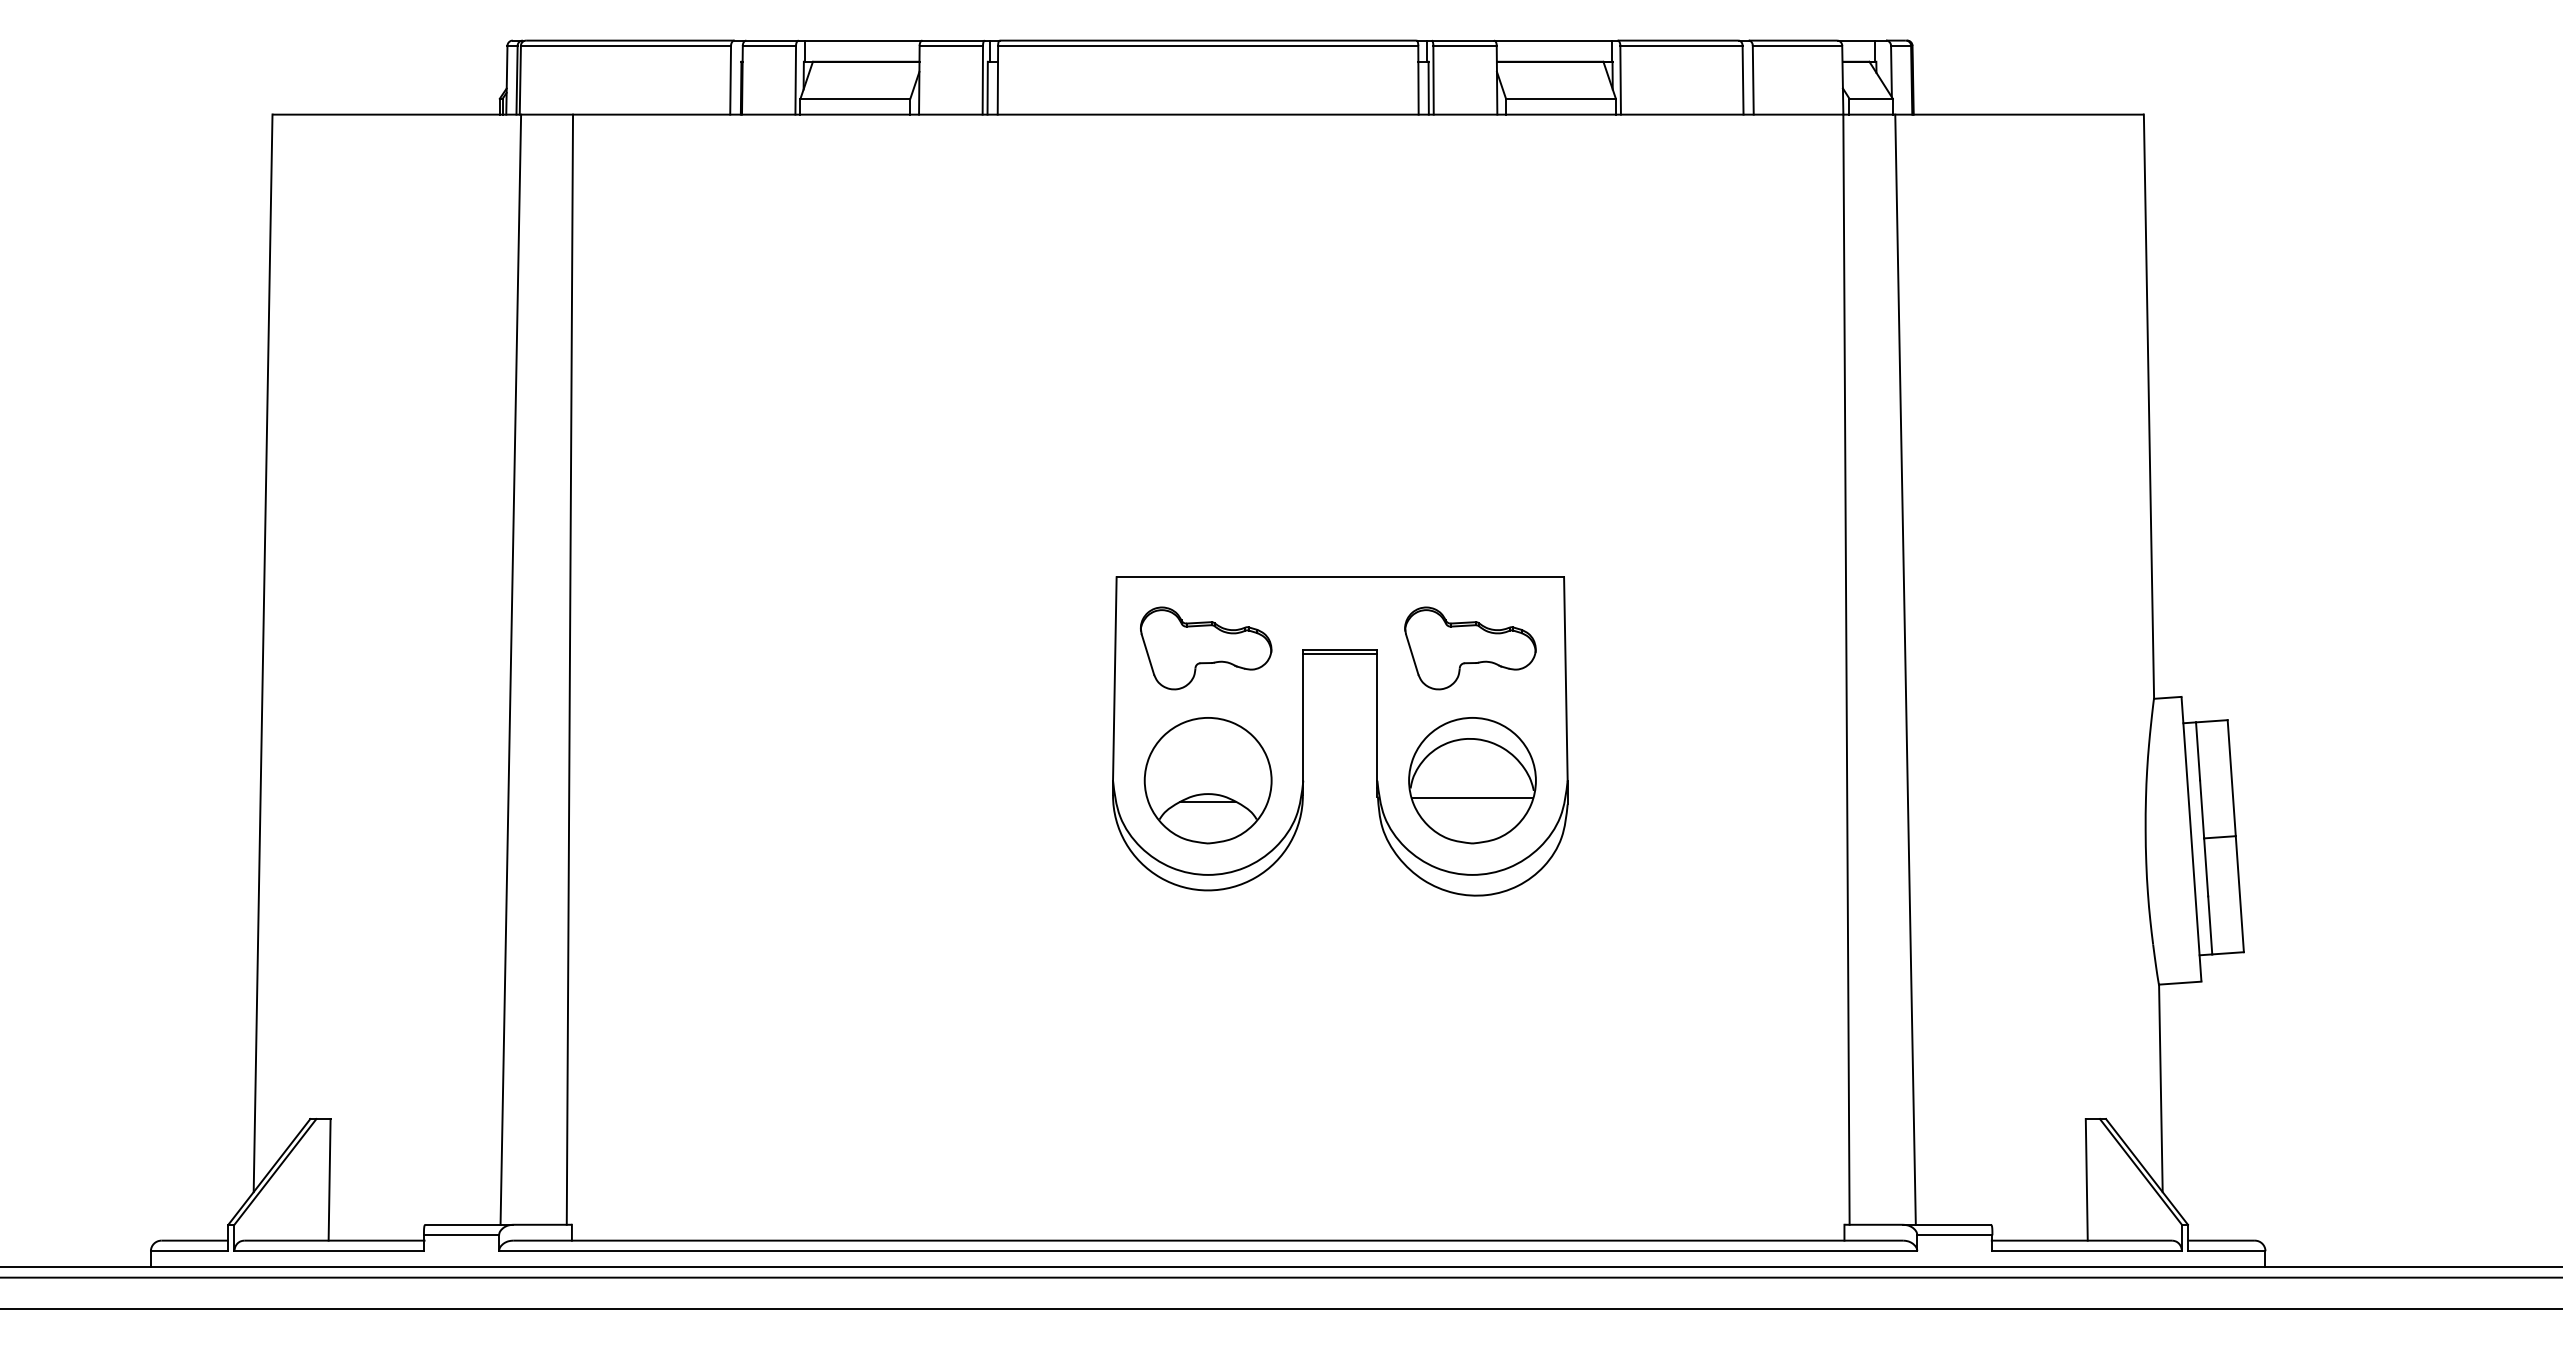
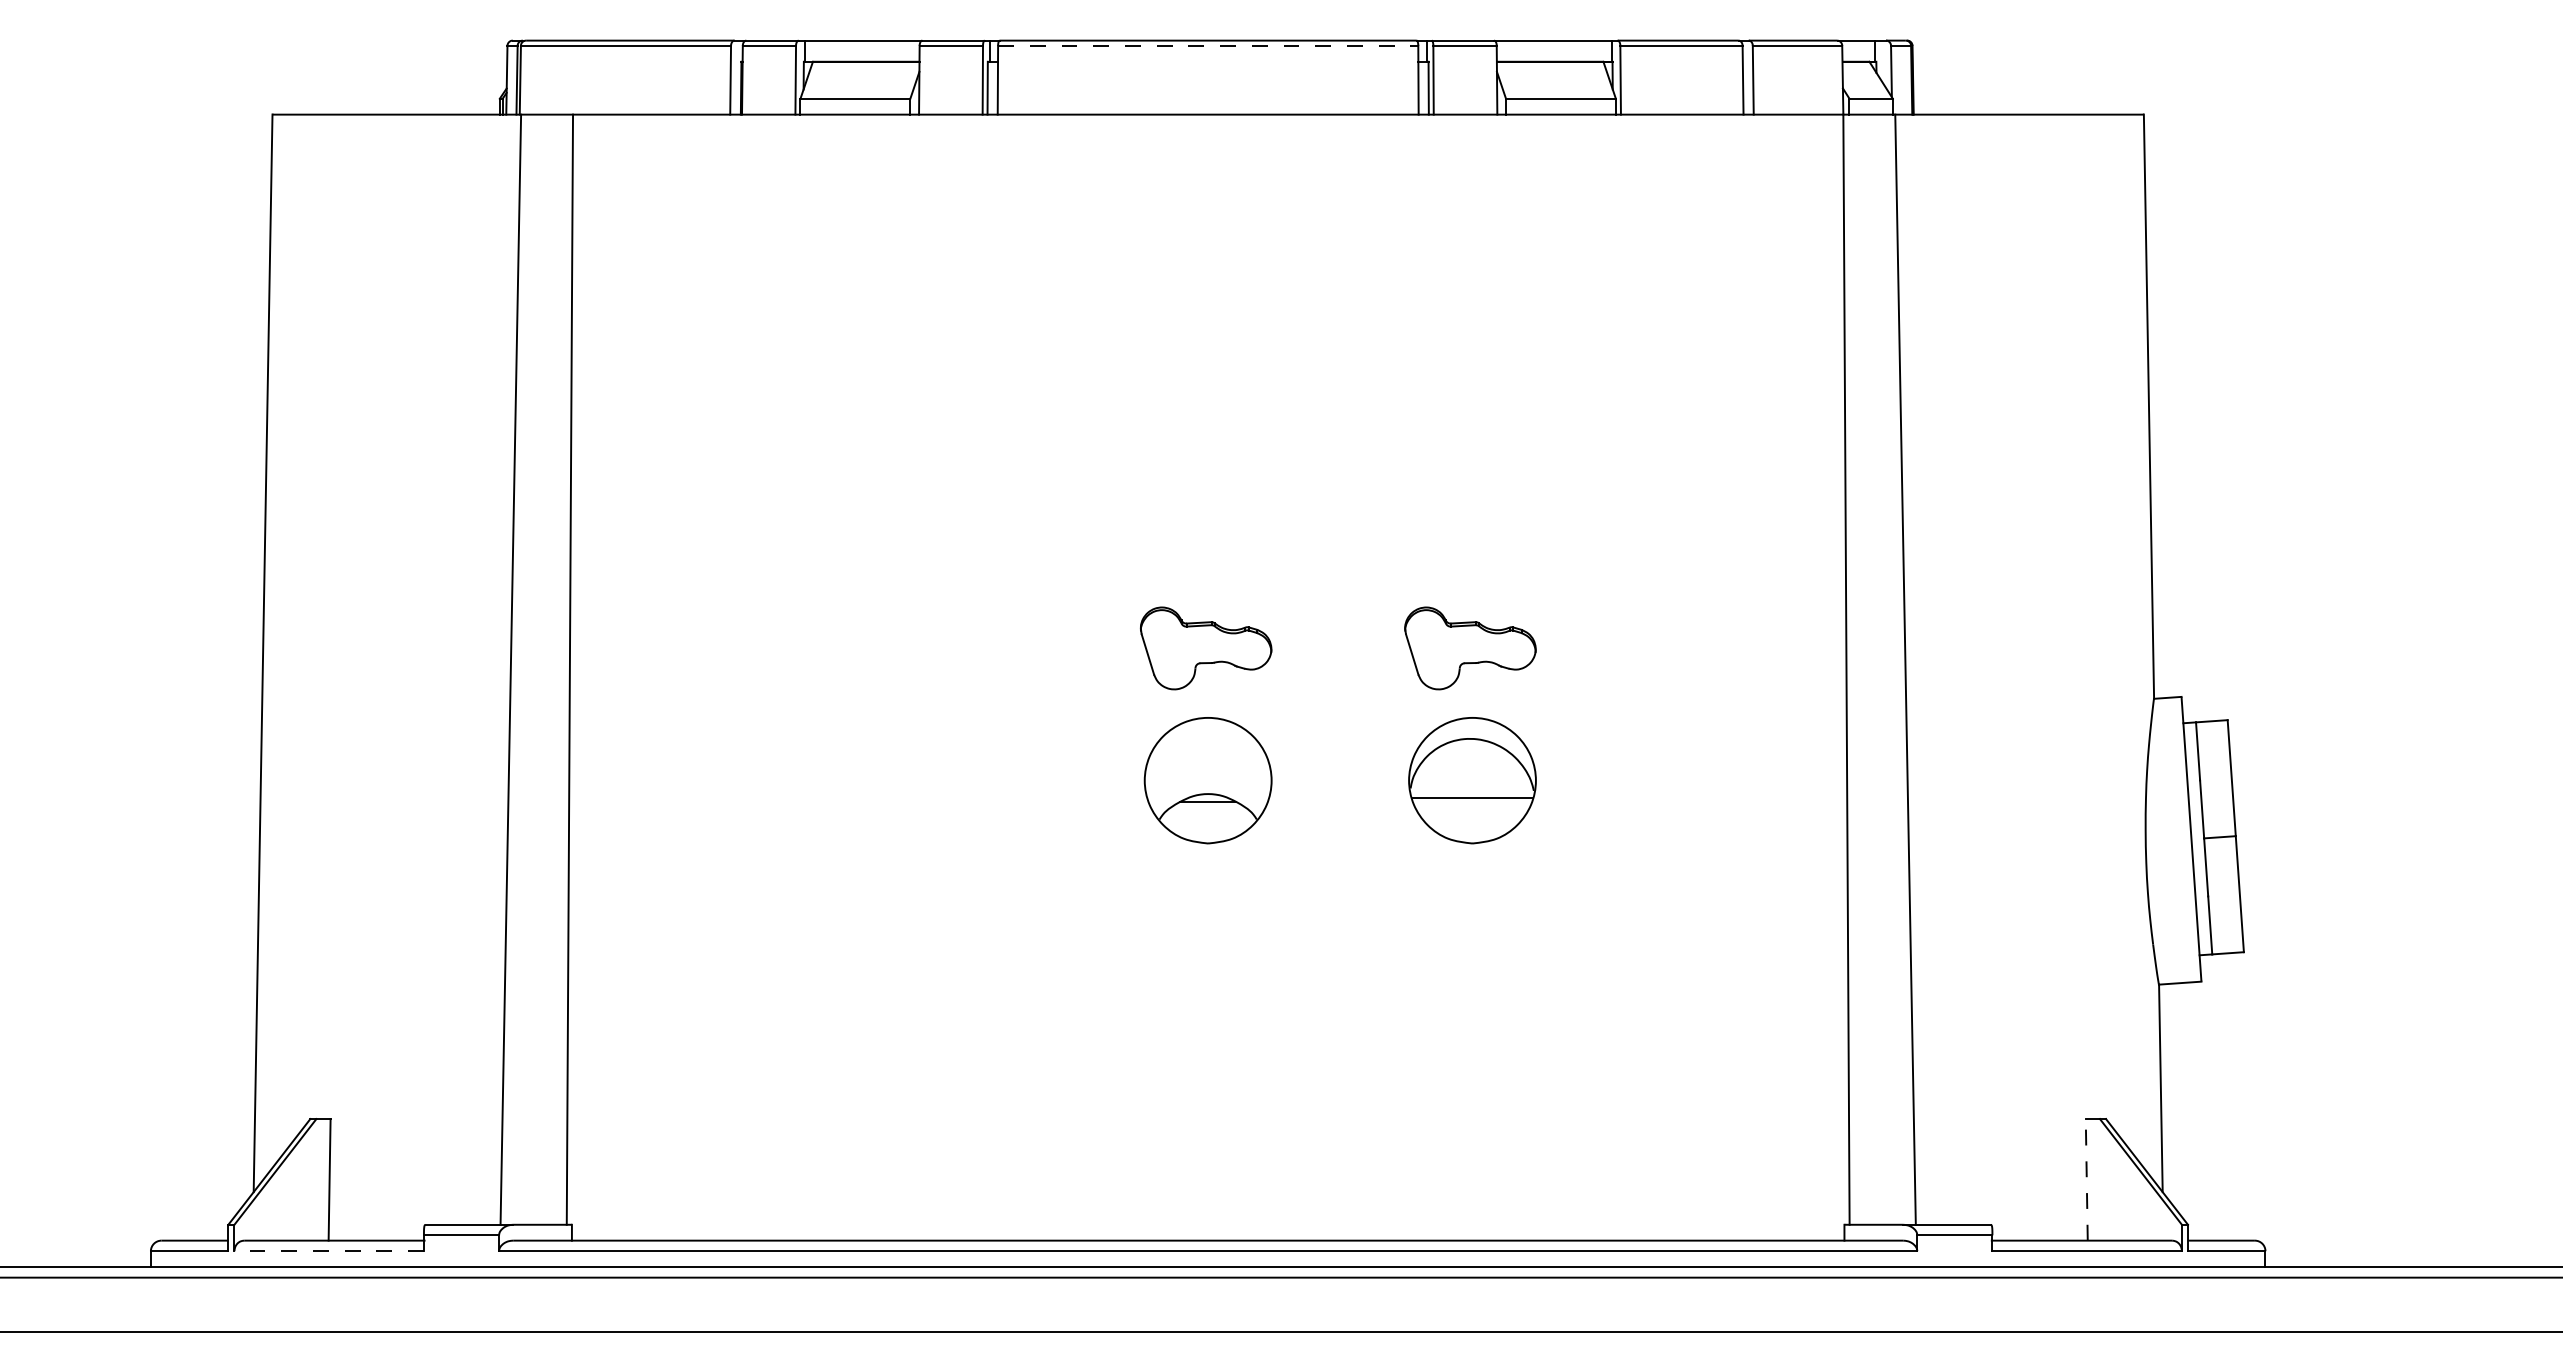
line at (1208, 45): solid -> dashed
part at (1376, 736): present -> none
line at (2086, 1179): solid -> dashed
line at (329, 1251): solid -> dashed
line at (1280, 1309) position: (1280, 1309) -> (1280, 1332)
